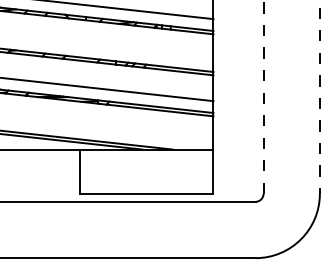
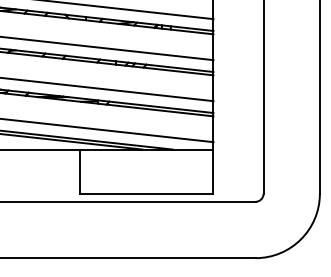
line at (107, 48): none -> present
line at (263, 96): dashed -> solid
line at (319, 97): dashed -> solid
line at (107, 130): none -> present
